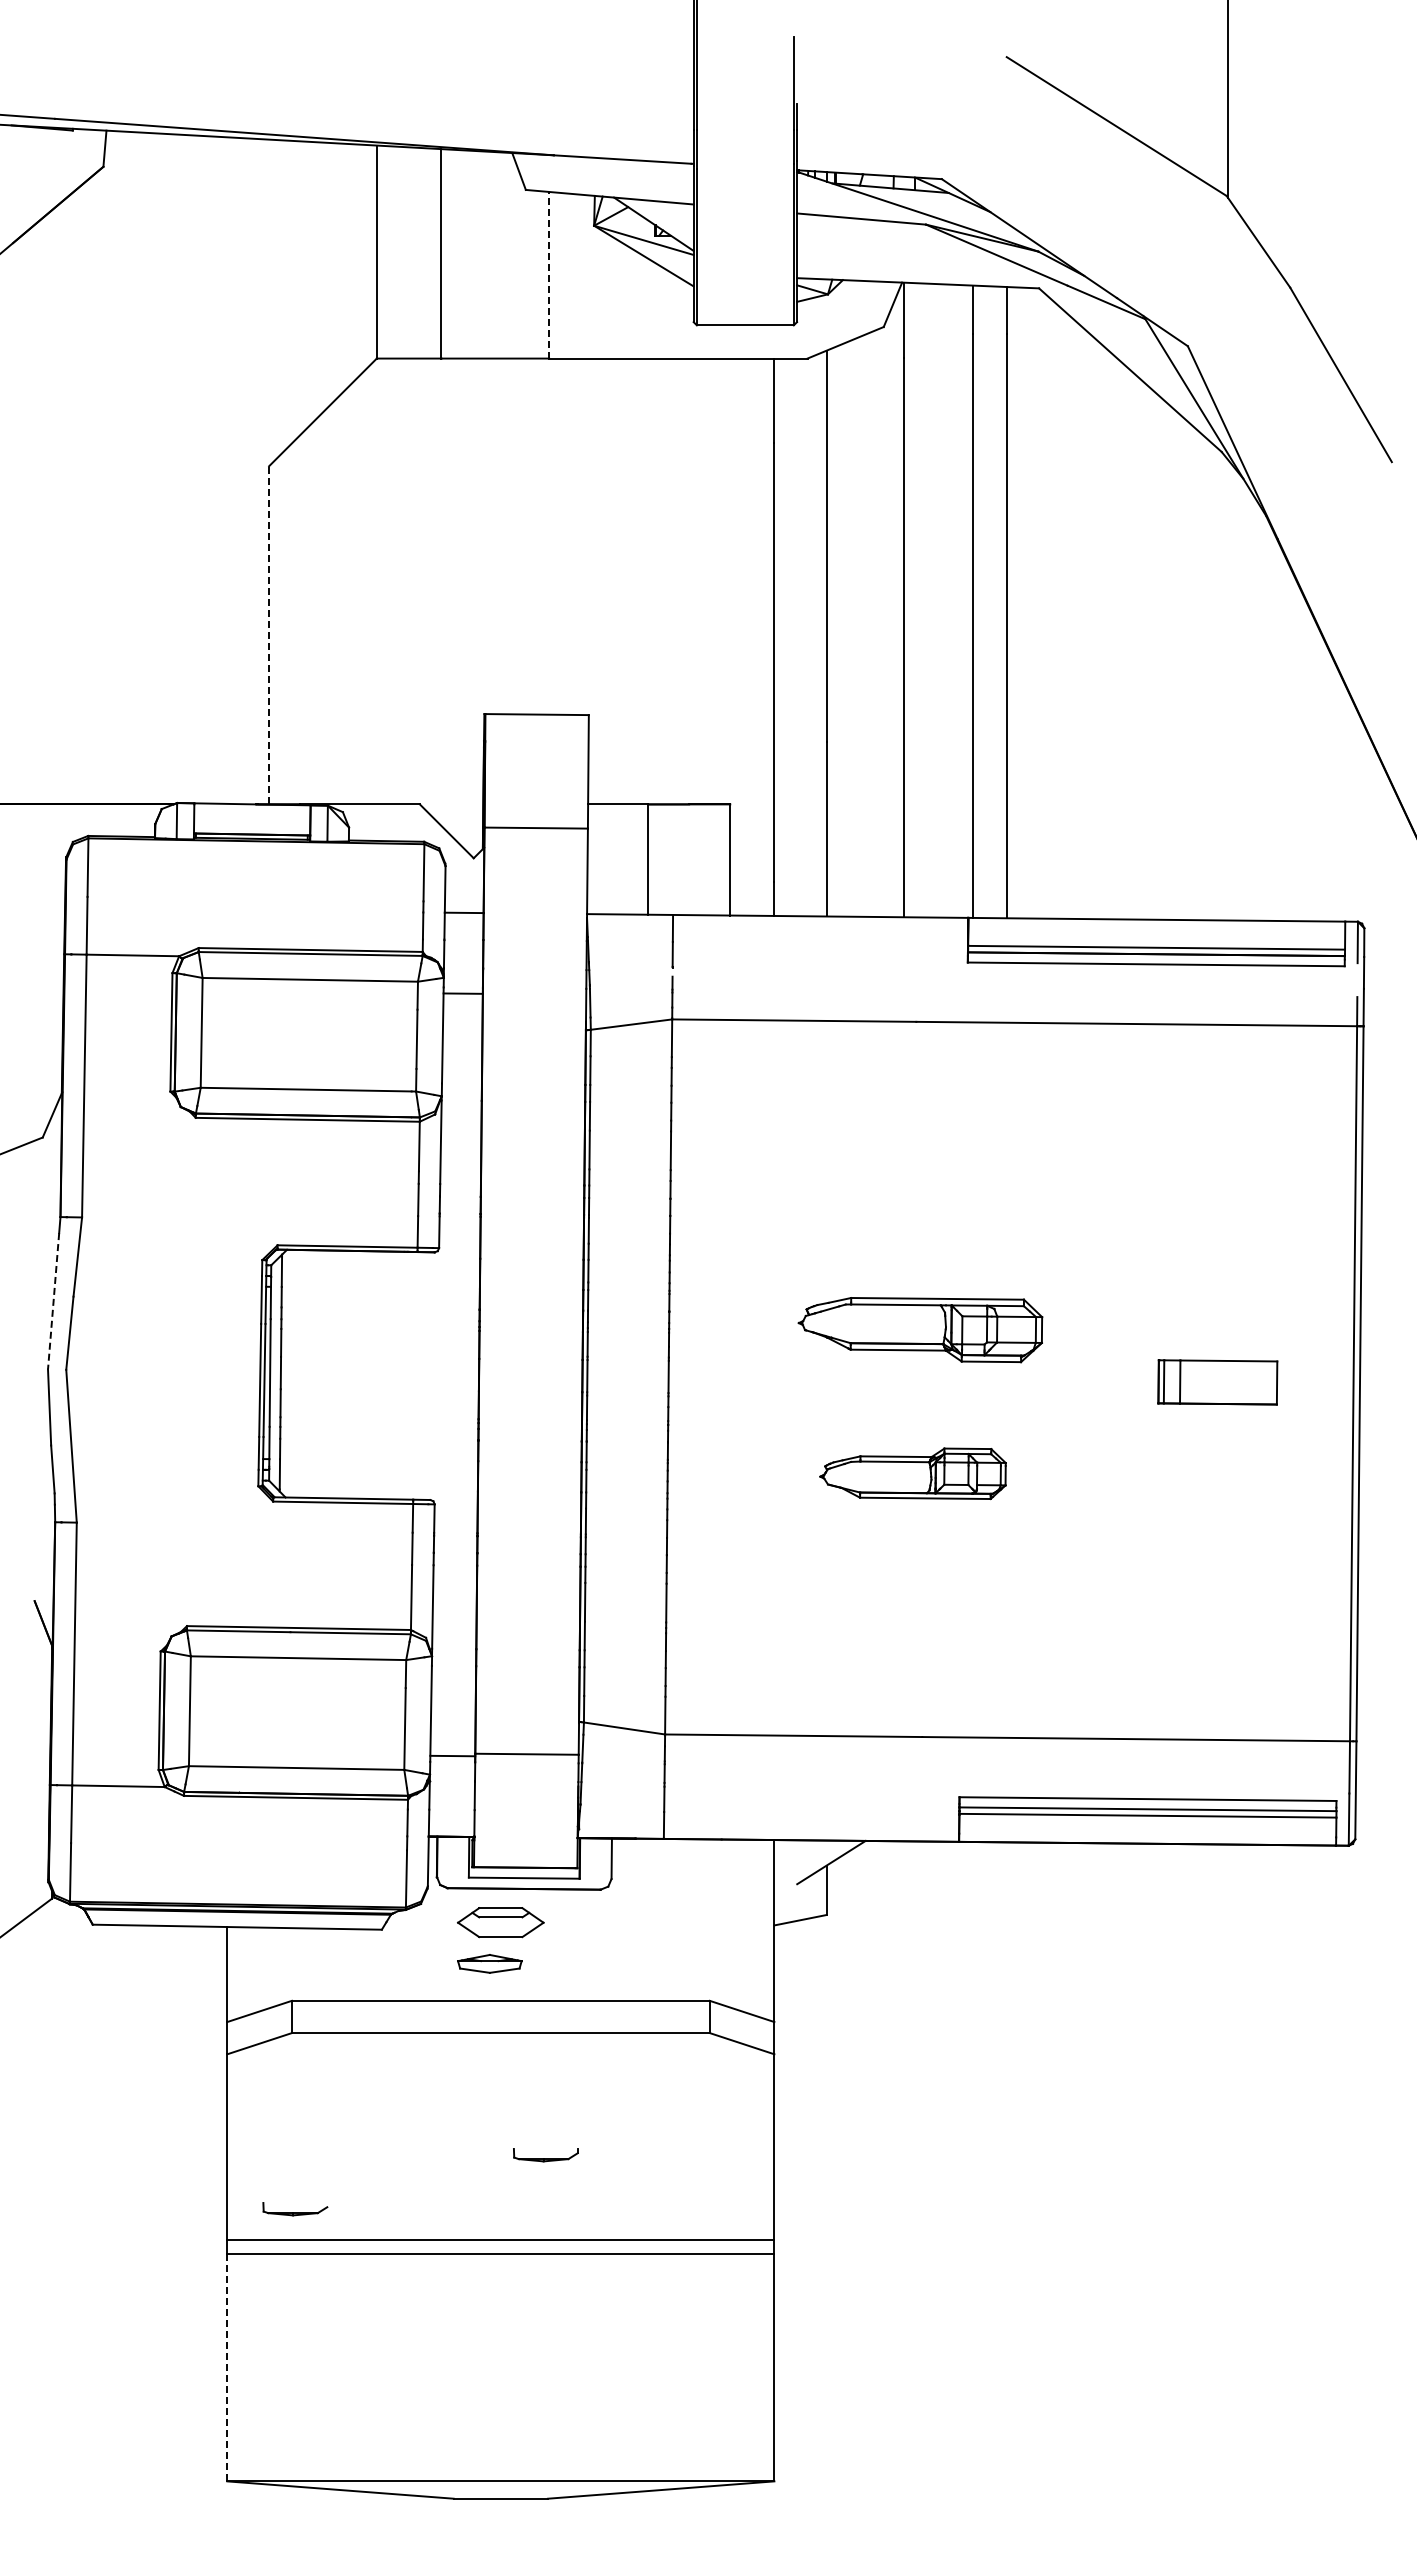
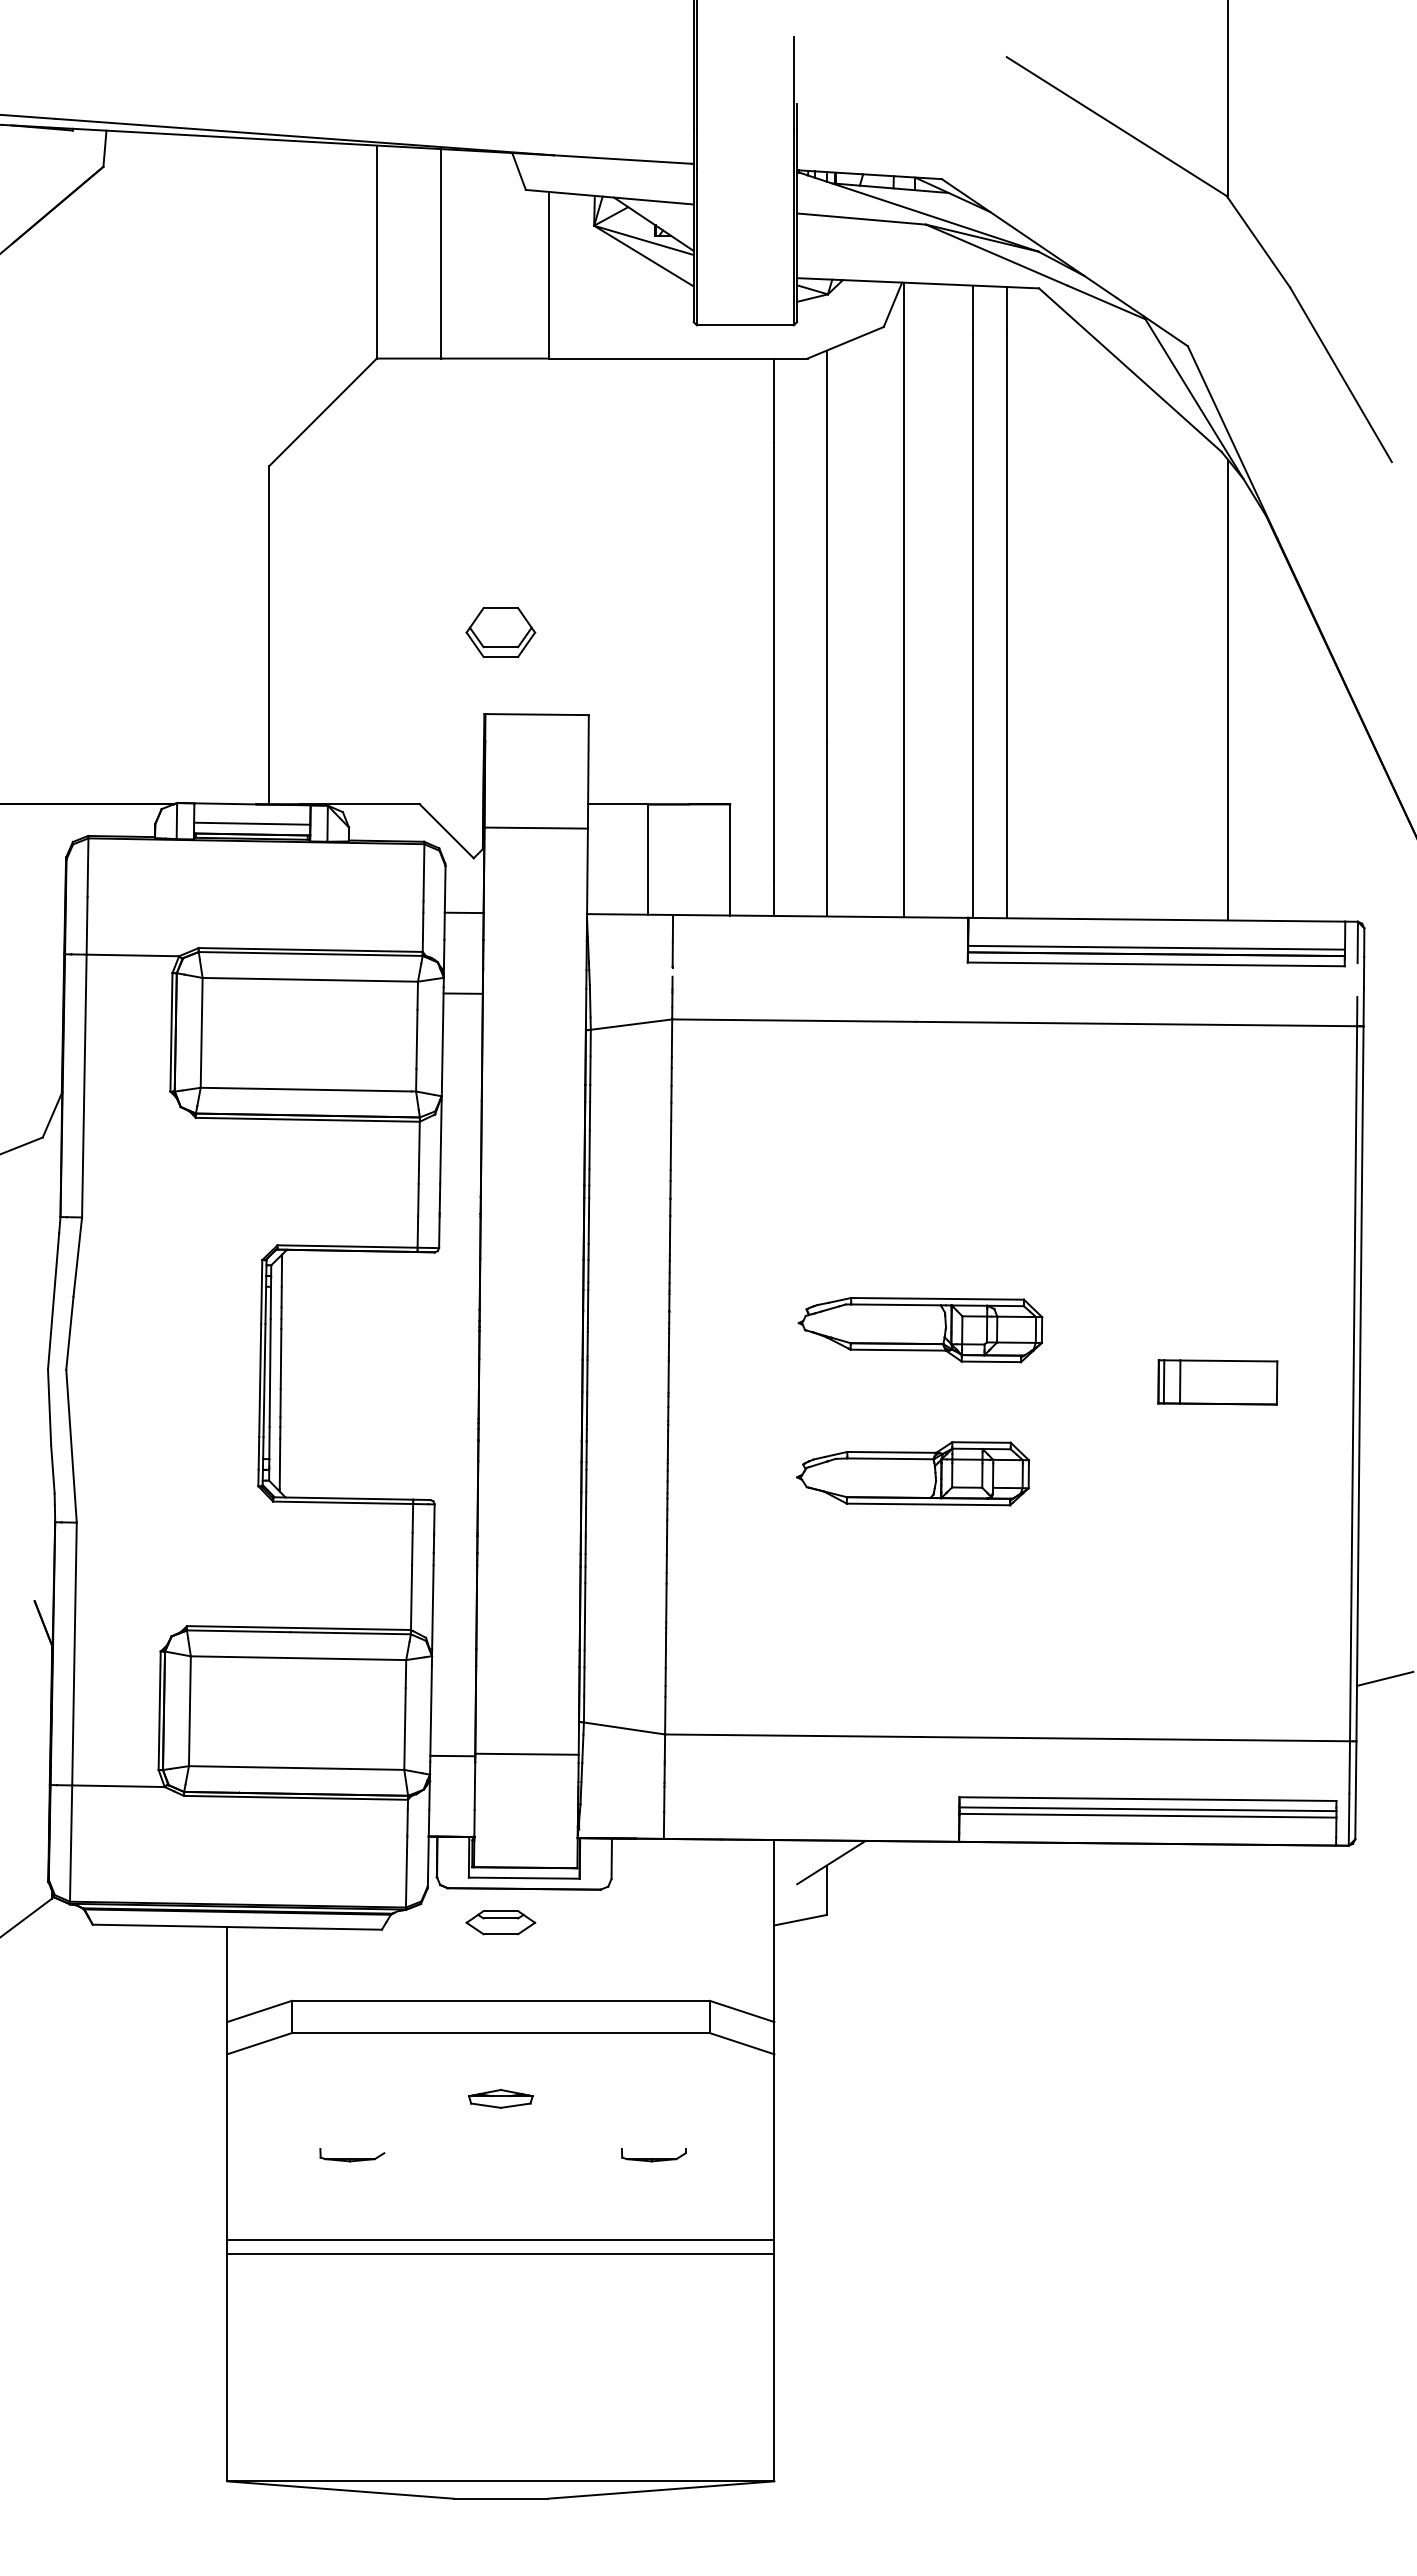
line at (549, 274): dashed -> solid
part at (500, 632): none -> present
line at (269, 634): dashed -> solid
line at (1227, 689): none -> present
line at (252, 823): none -> present
line at (53, 1301): dashed -> solid
part at (912, 1473) size: 188x54 px -> 234x66 px
line at (1385, 1678): none -> present
part at (500, 1922) size: 88x32 px -> 72x26 px
part at (489, 1963) position: (489, 1963) -> (500, 2098)
part at (545, 2155) position: (545, 2155) -> (653, 2155)
part at (295, 2209) position: (295, 2209) -> (352, 2155)
line at (227, 2367): dashed -> solid
